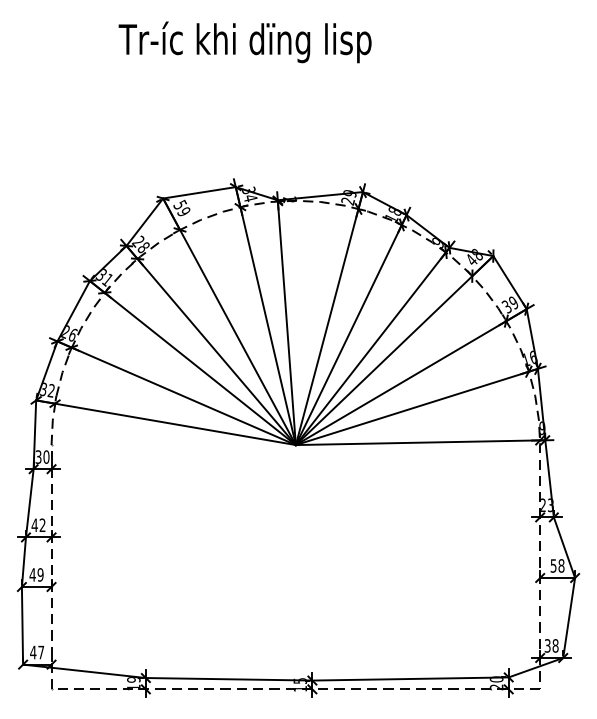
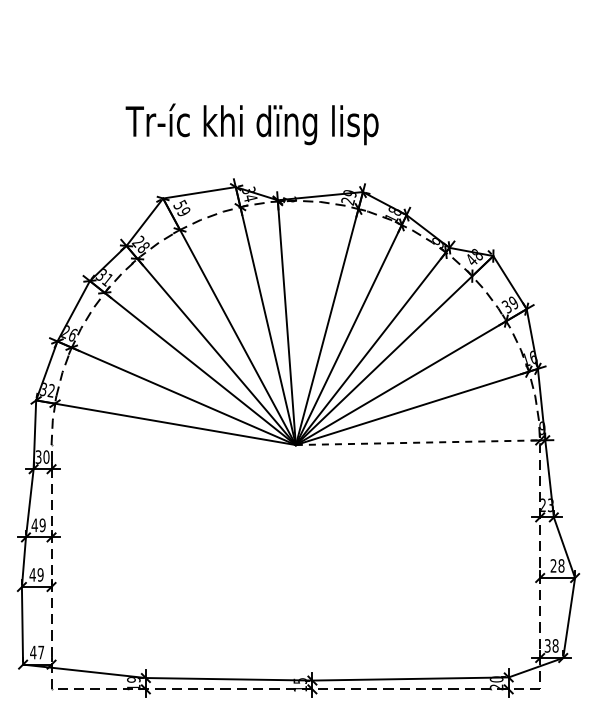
text at (244, 42) position: (244, 42) -> (251, 124)
line at (420, 442): solid -> dashed
text at (42, 525): 42 -> 49
text at (553, 565): 58 -> 28
